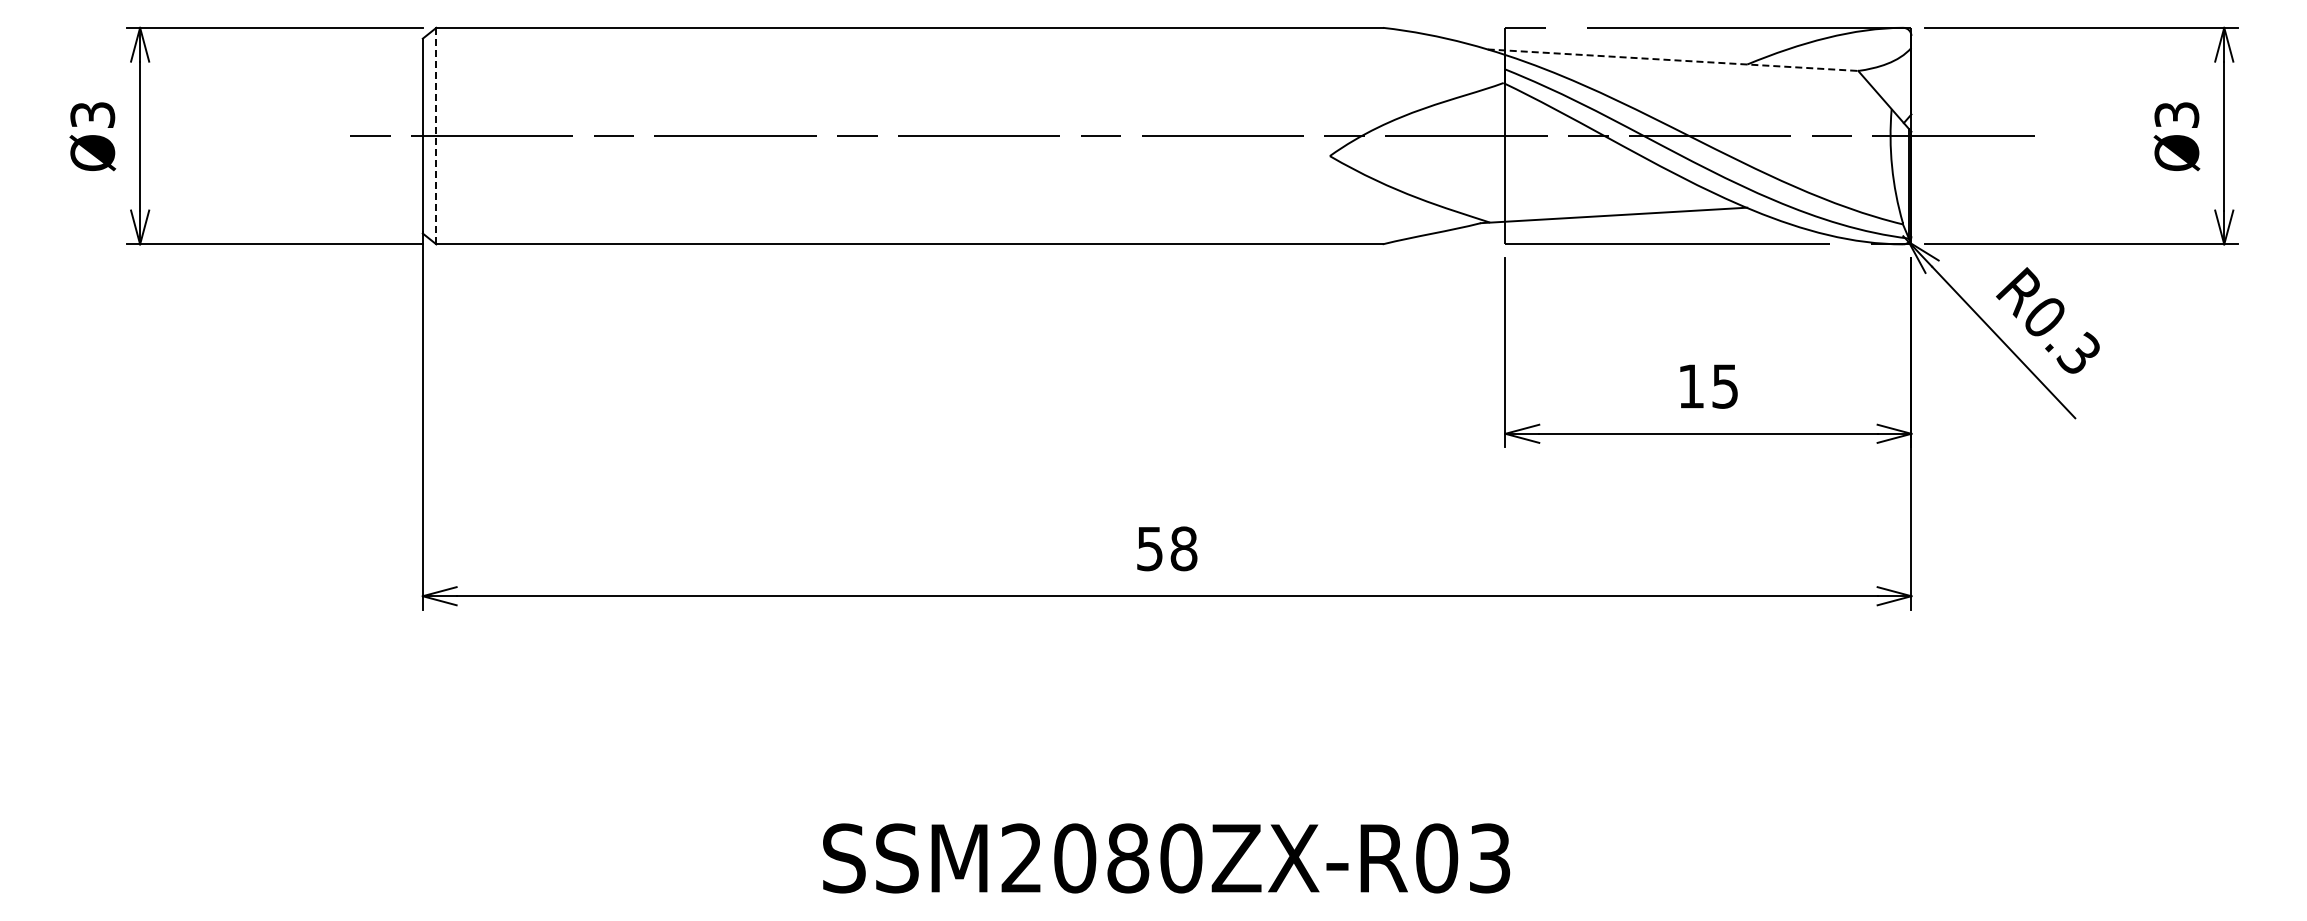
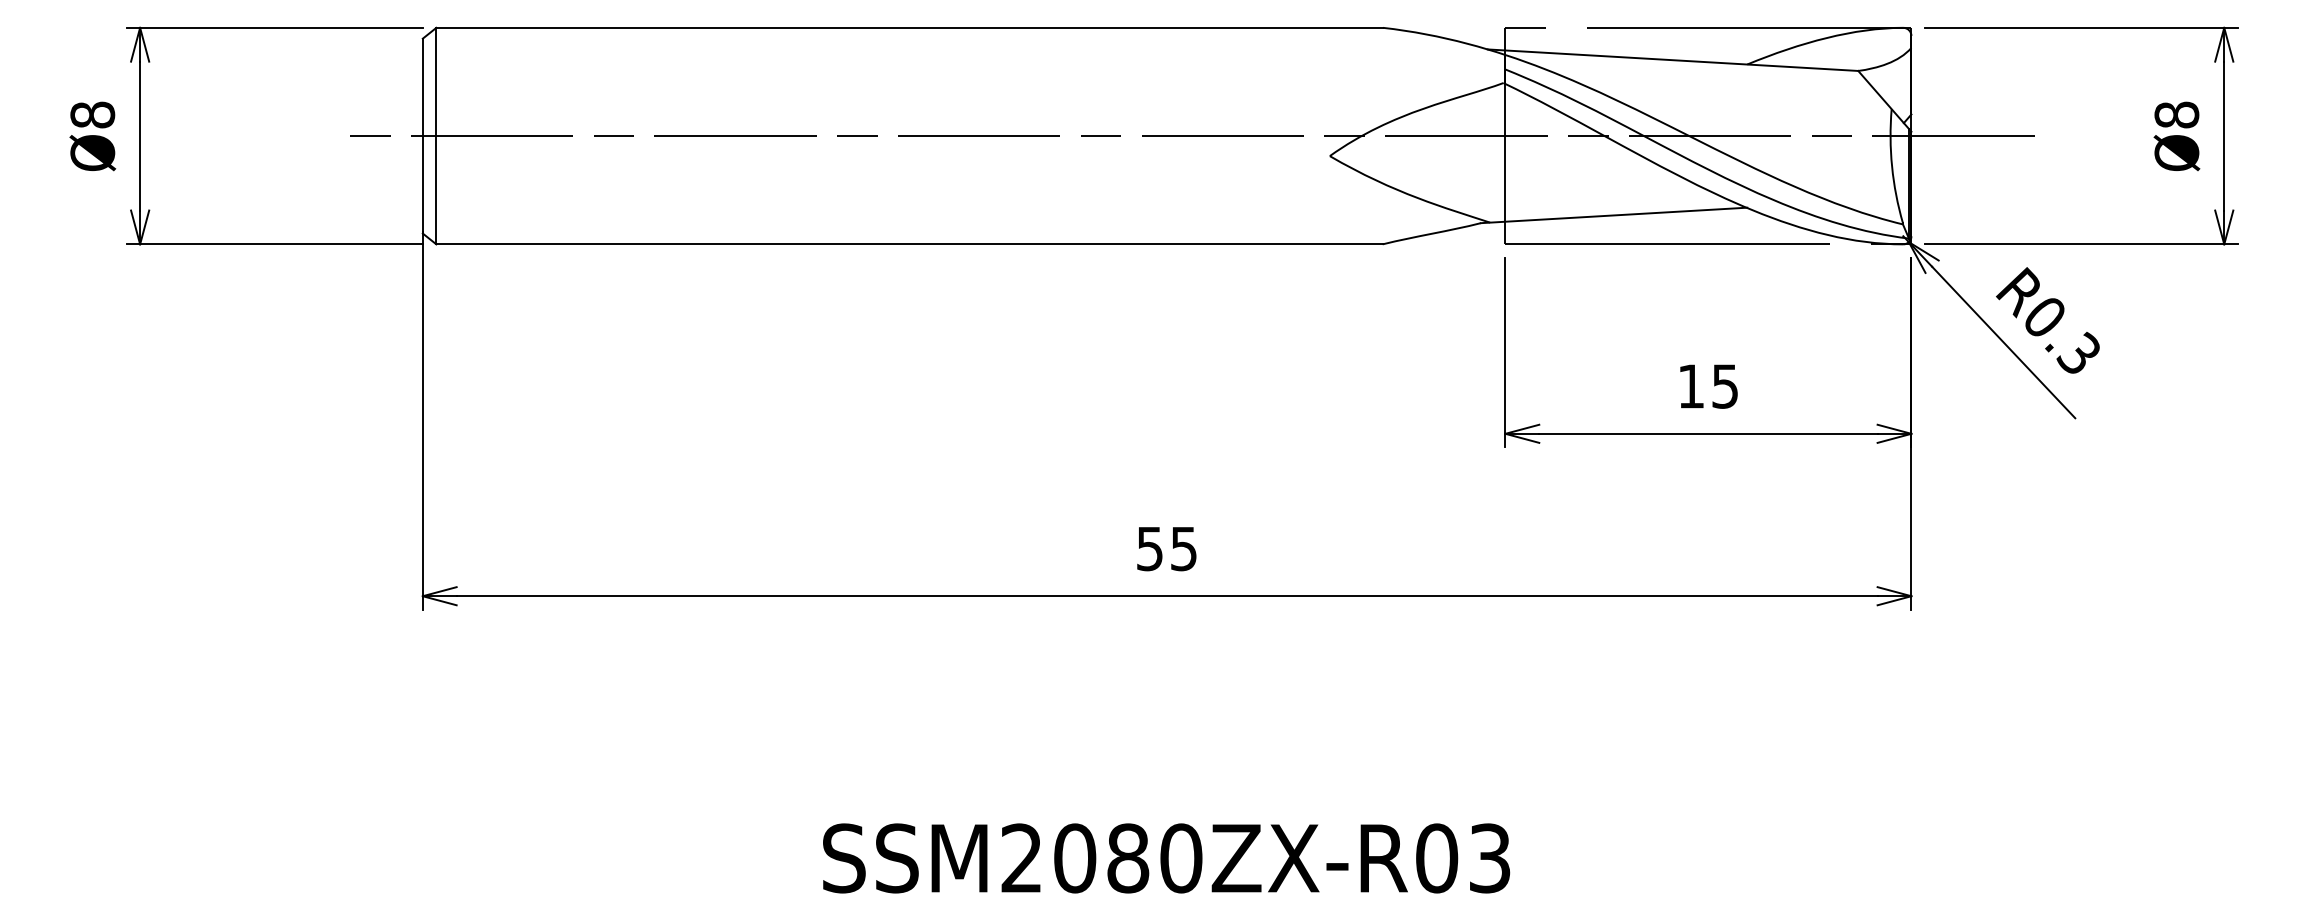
line at (1673, 60): dashed -> solid
text at (92, 114): Ø3 -> Ø8
text at (2176, 114): Ø3 -> Ø8
line at (436, 136): dashed -> solid
text at (1183, 548): 58 -> 55
